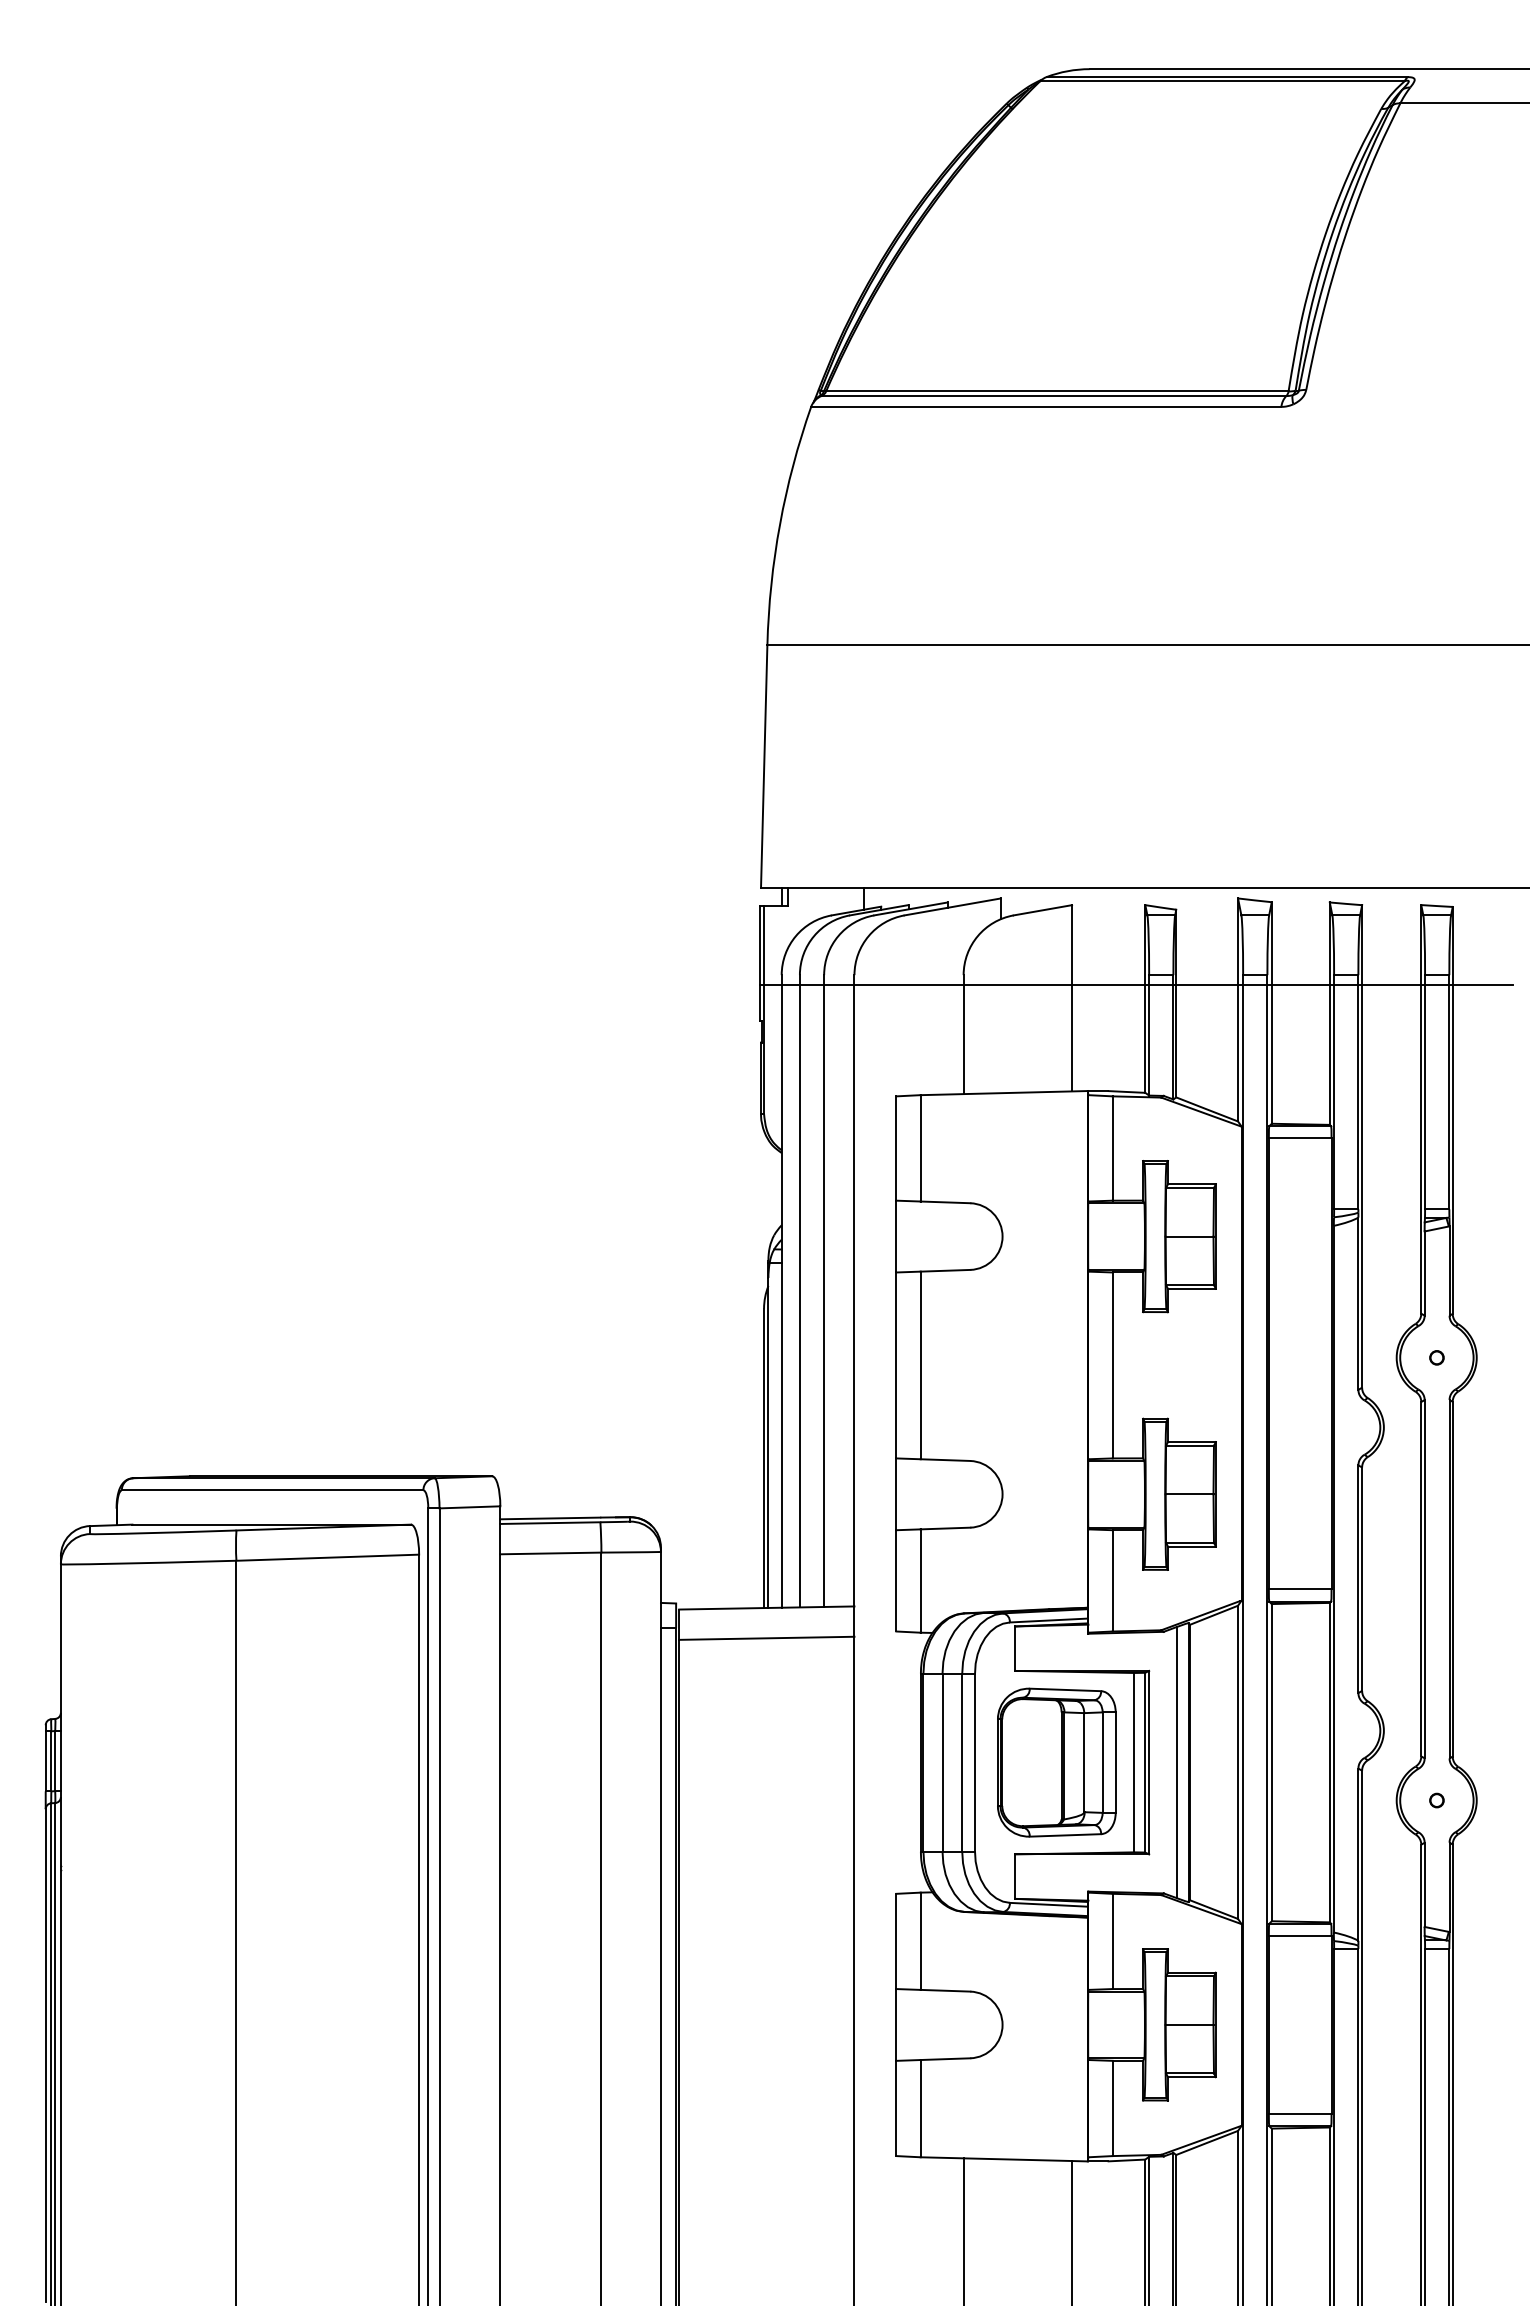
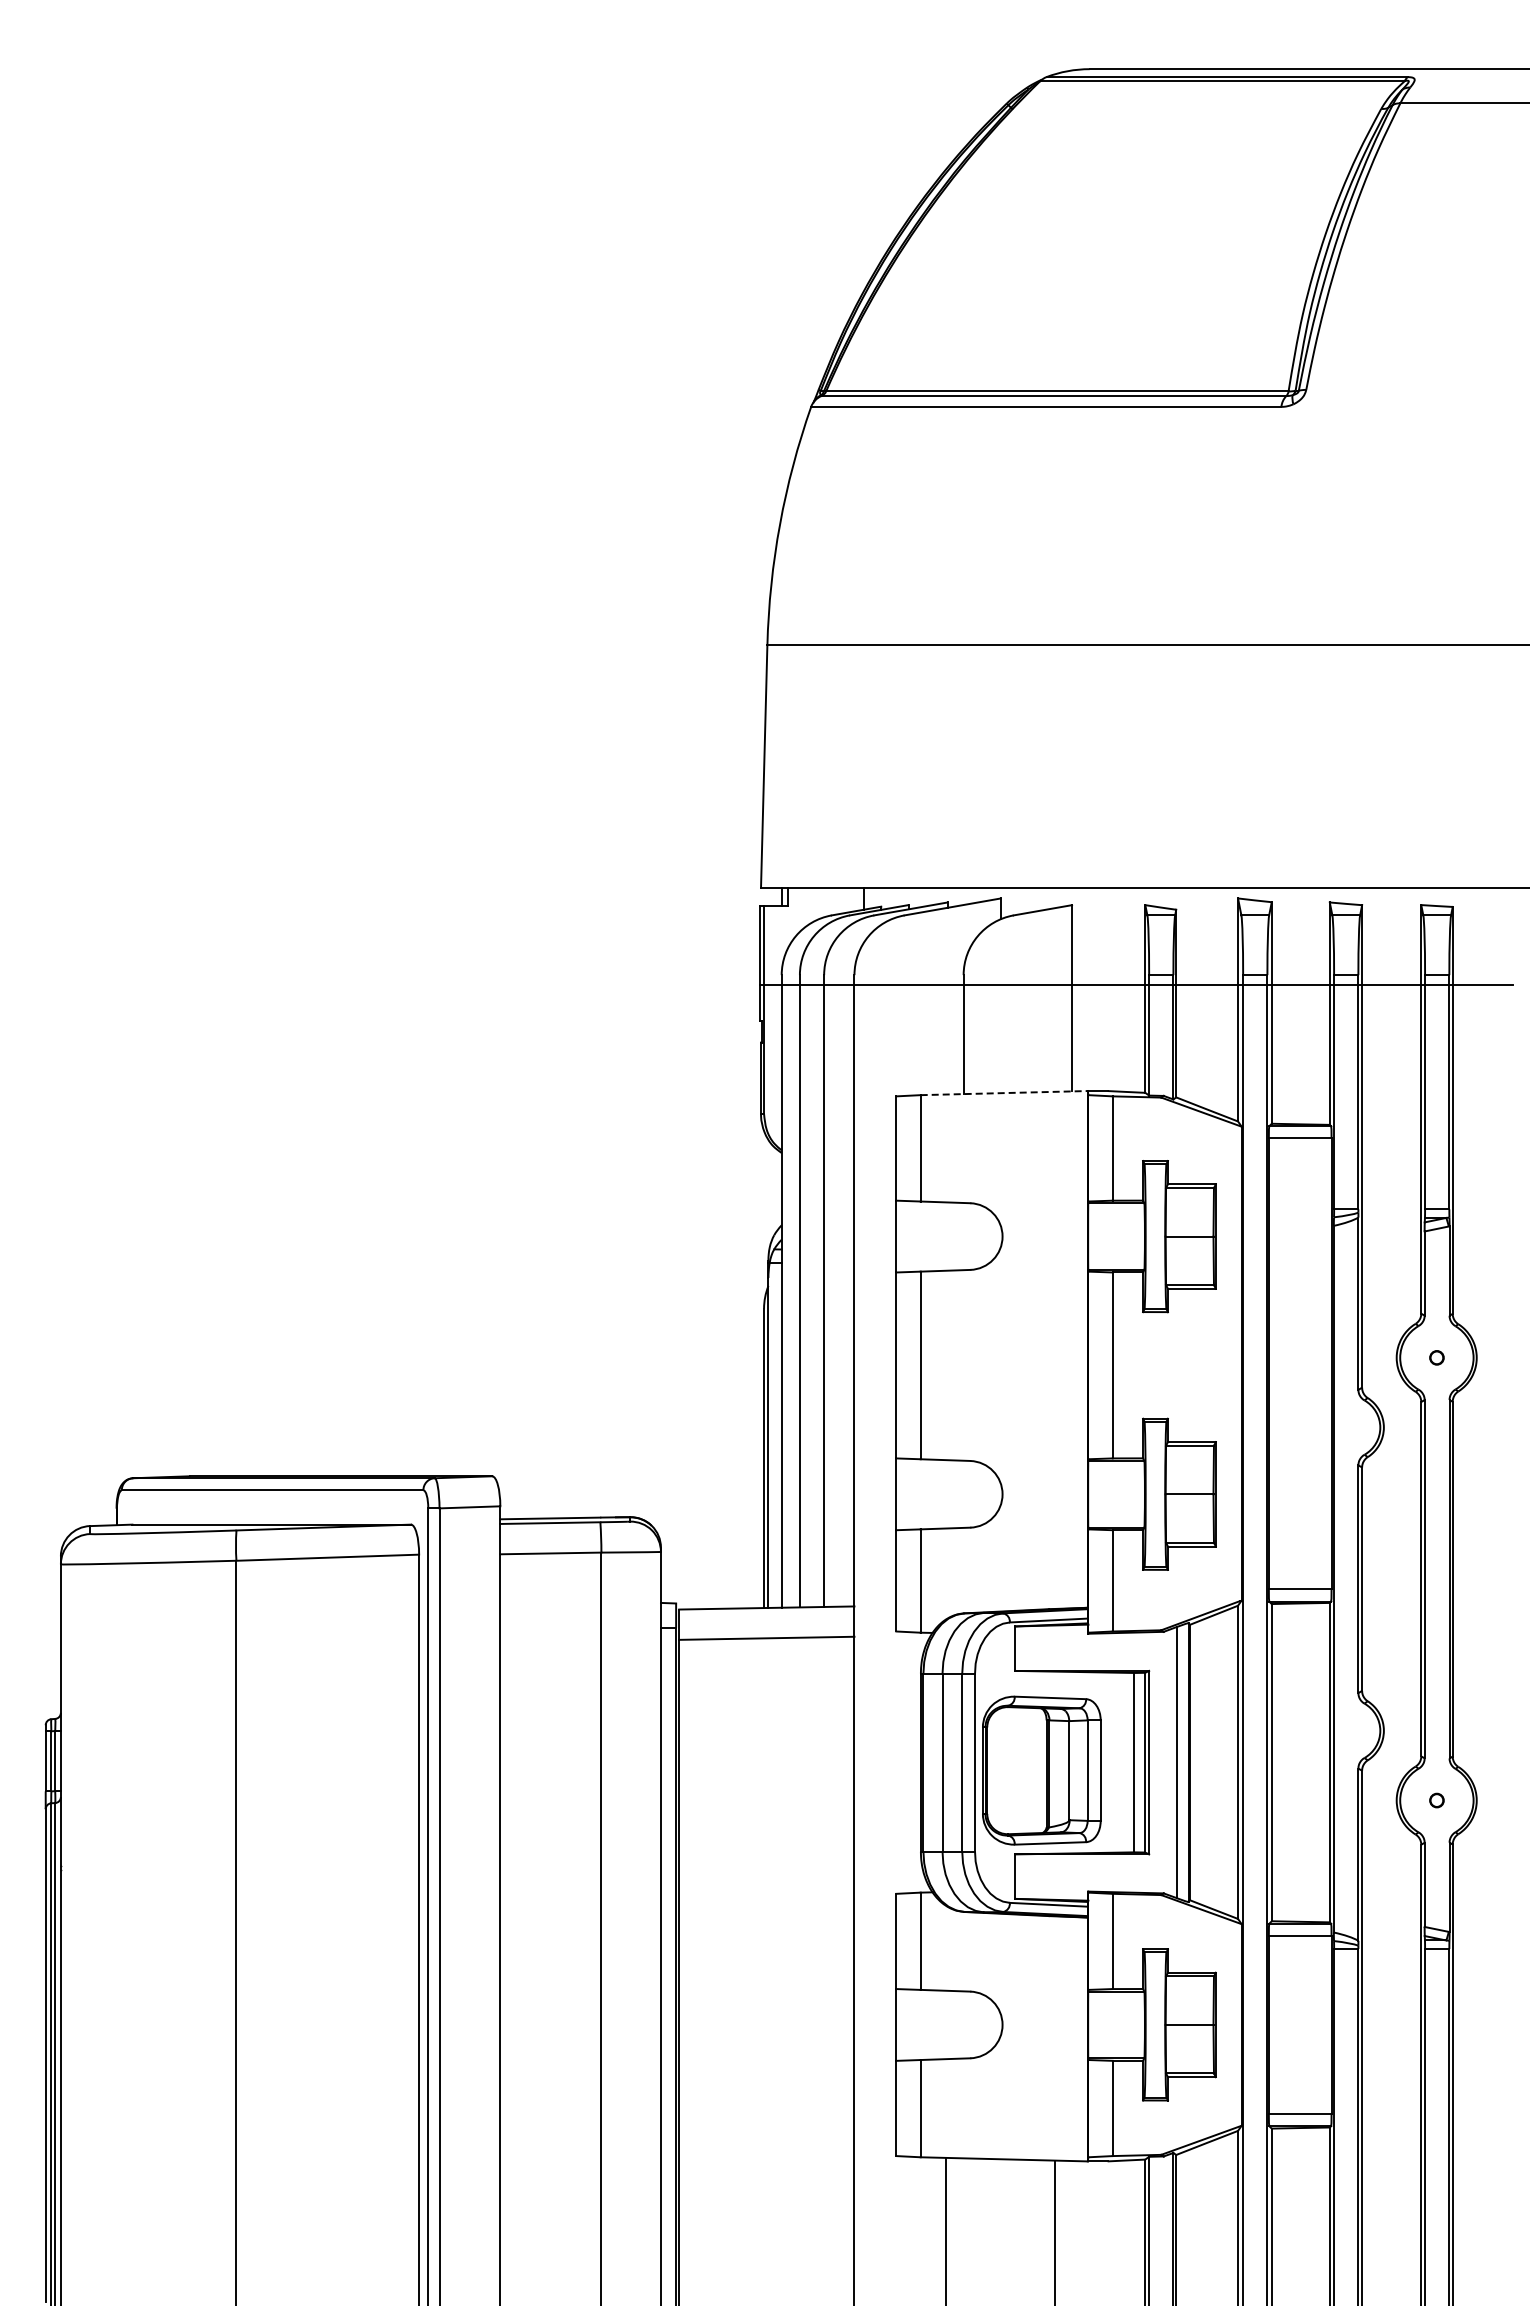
line at (1004, 1093): solid -> dashed
part at (1056, 1762) position: (1056, 1762) -> (1041, 1770)
line at (963, 2230) position: (963, 2230) -> (945, 2230)
line at (1072, 2231) position: (1072, 2231) -> (1055, 2231)
